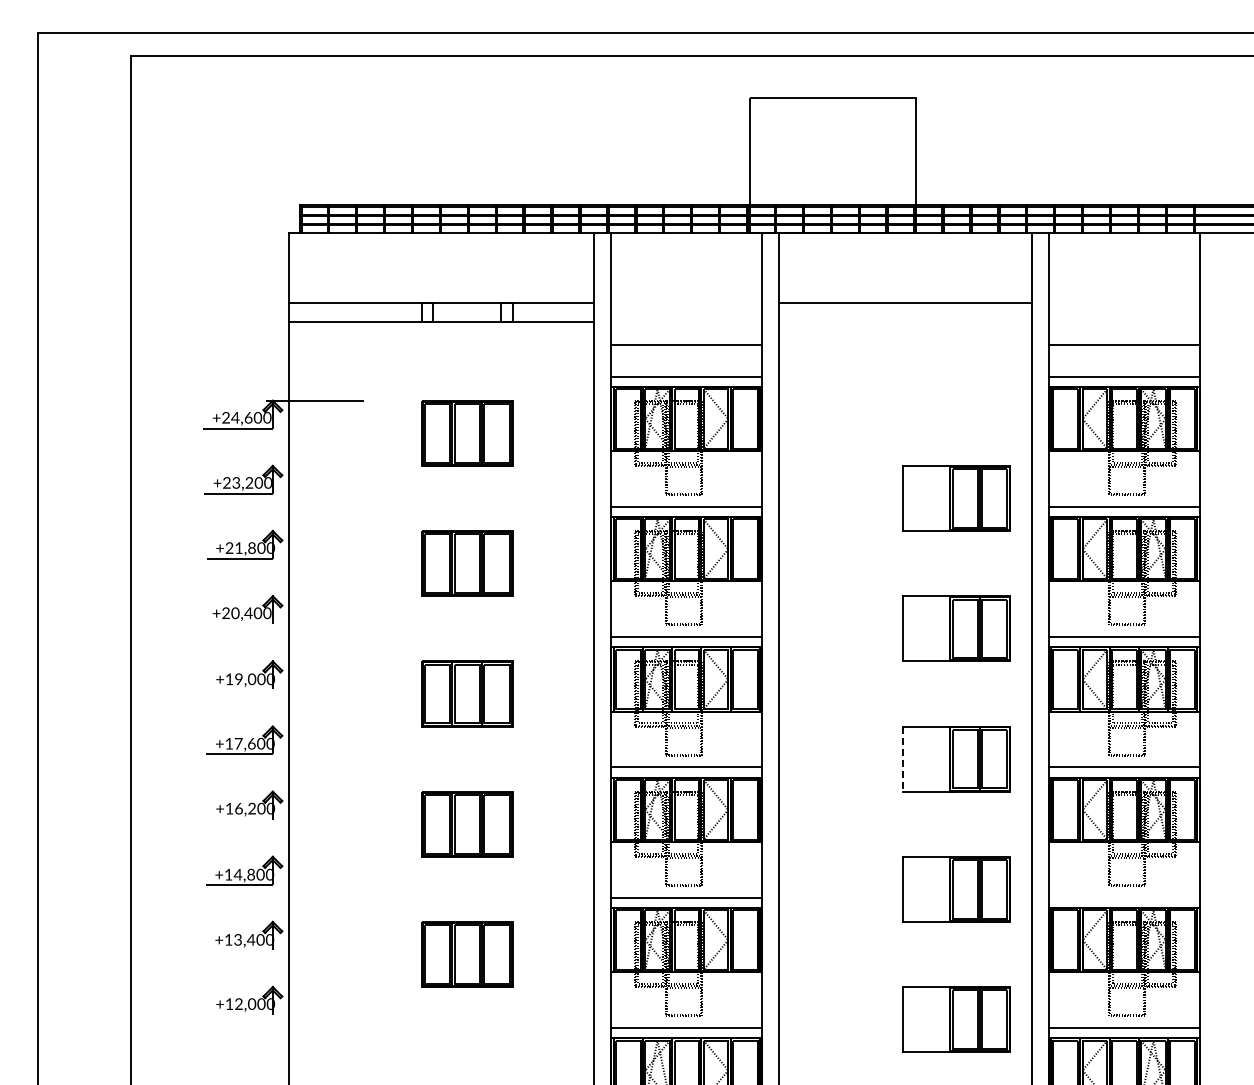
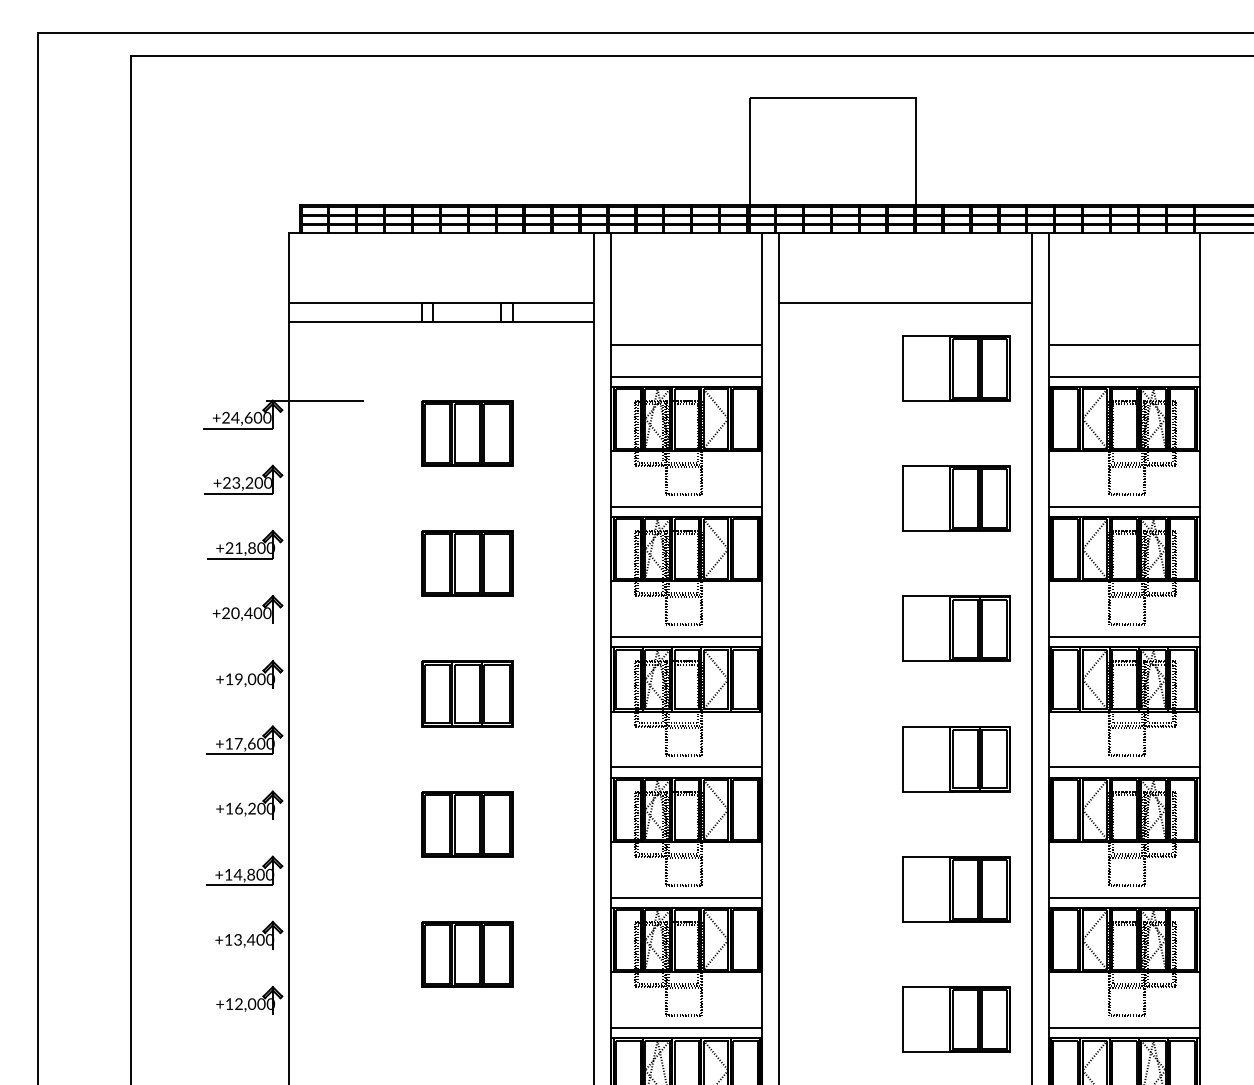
part at (956, 368): none -> present
line at (902, 759): dashed -> solid
line at (1124, 897): none -> present
